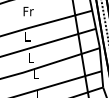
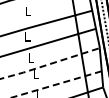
text at (28, 11): Fr -> L
line at (49, 64): solid -> dashed
line at (55, 84): solid -> dashed
